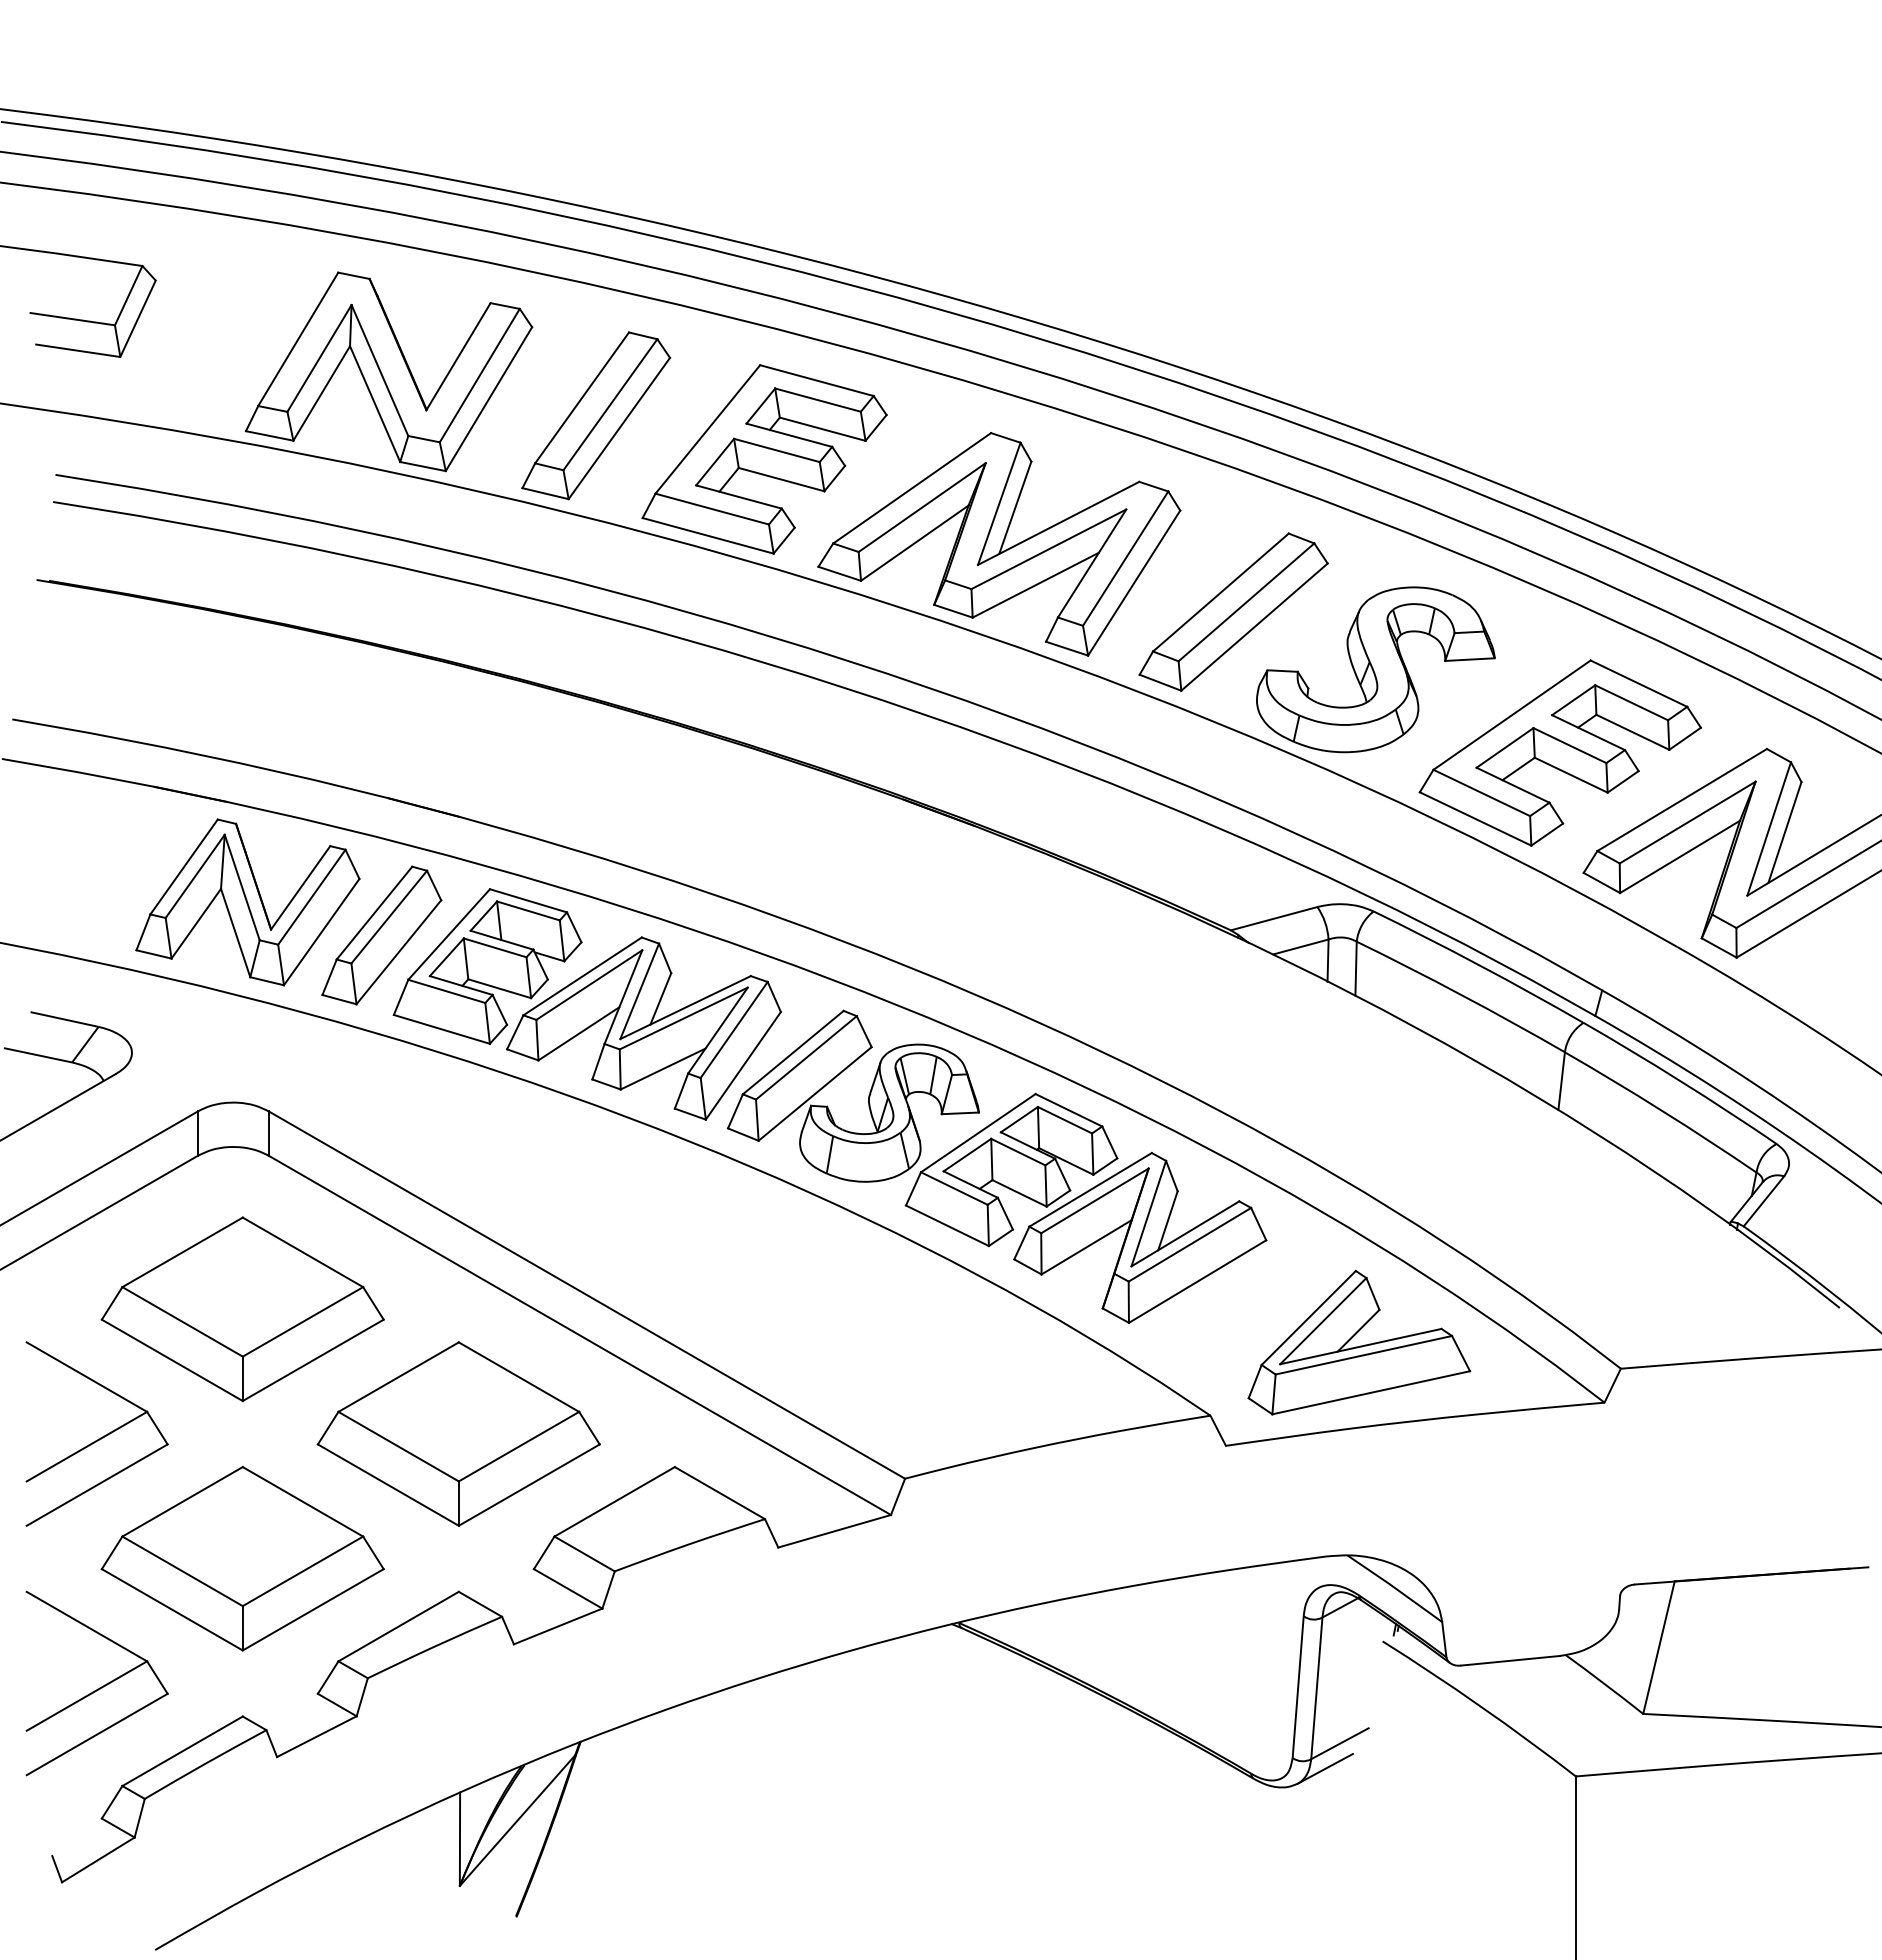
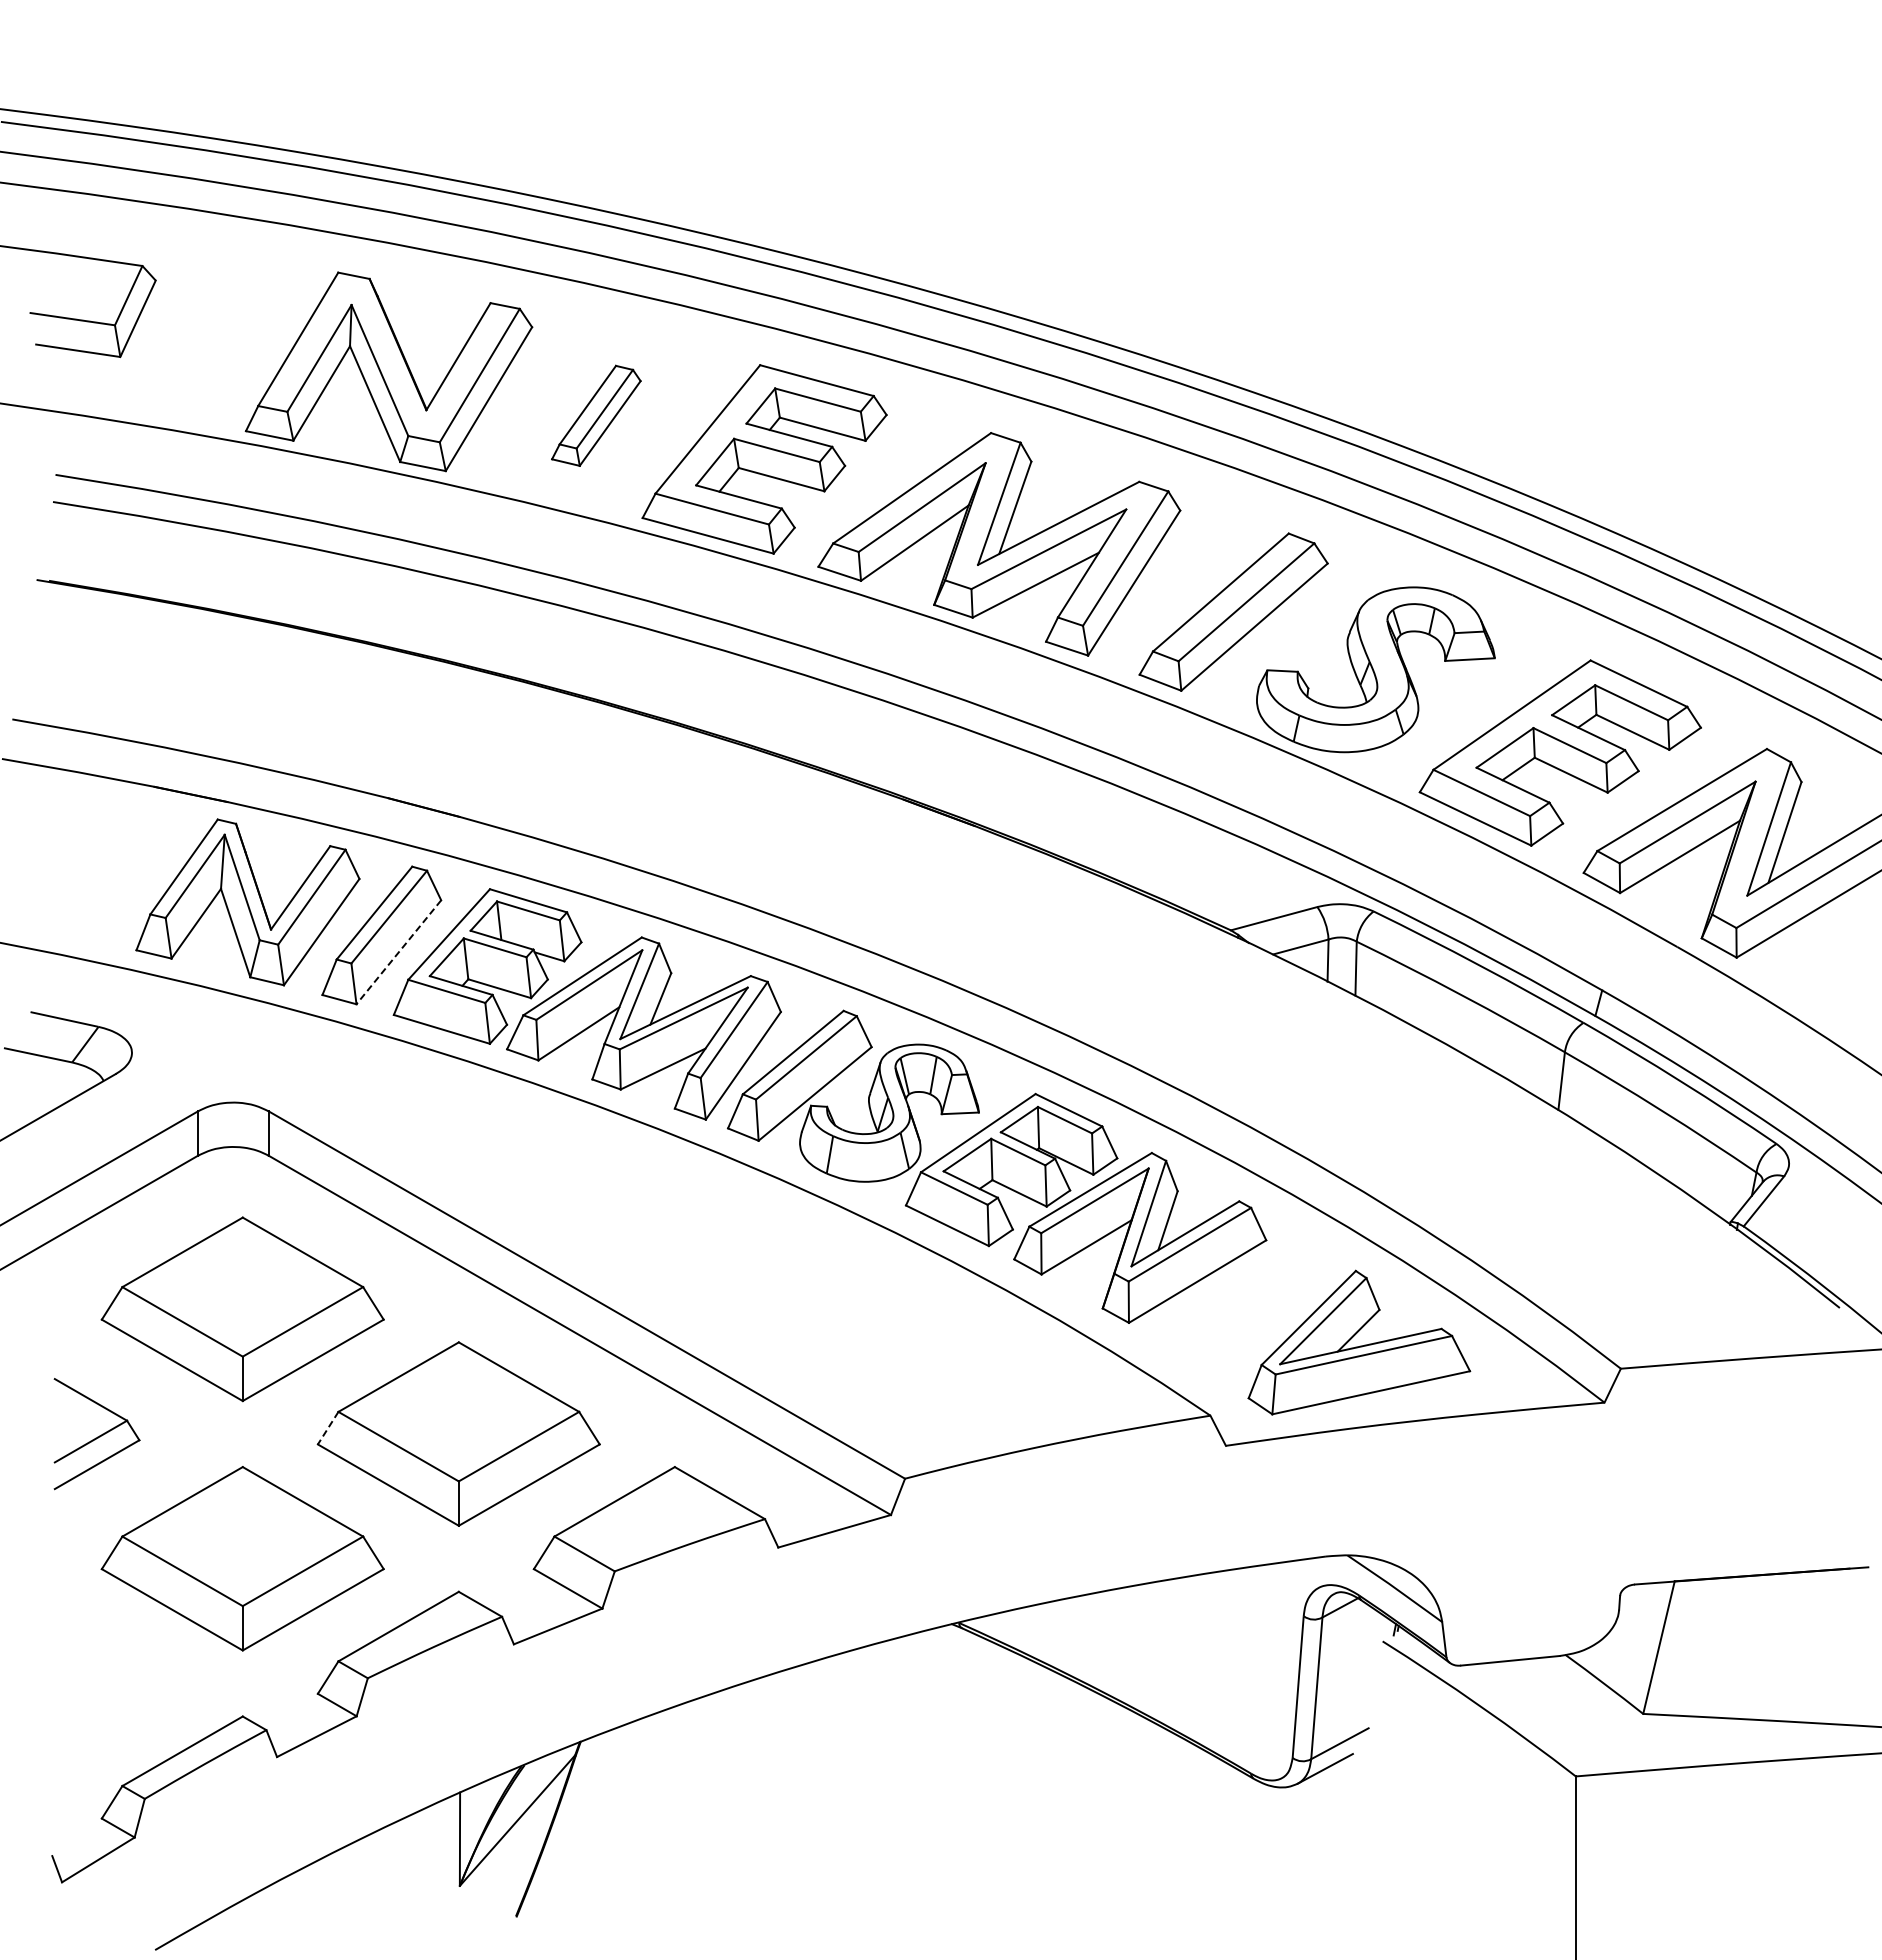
part at (596, 415) size: 151x170 px -> 91x103 px
line at (398, 952): solid -> dashed
line at (327, 1428): solid -> dashed
part at (96, 1433) size: 144x186 px -> 88x113 px
part at (96, 1683): present -> none
